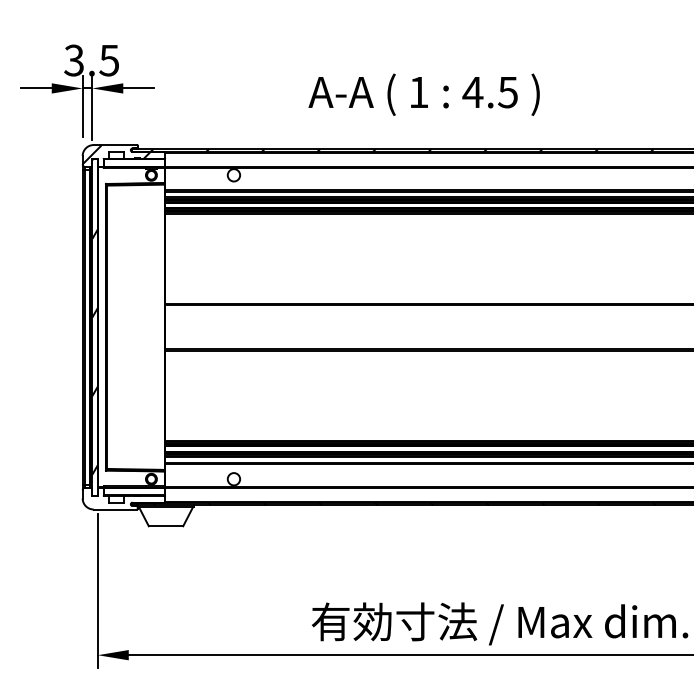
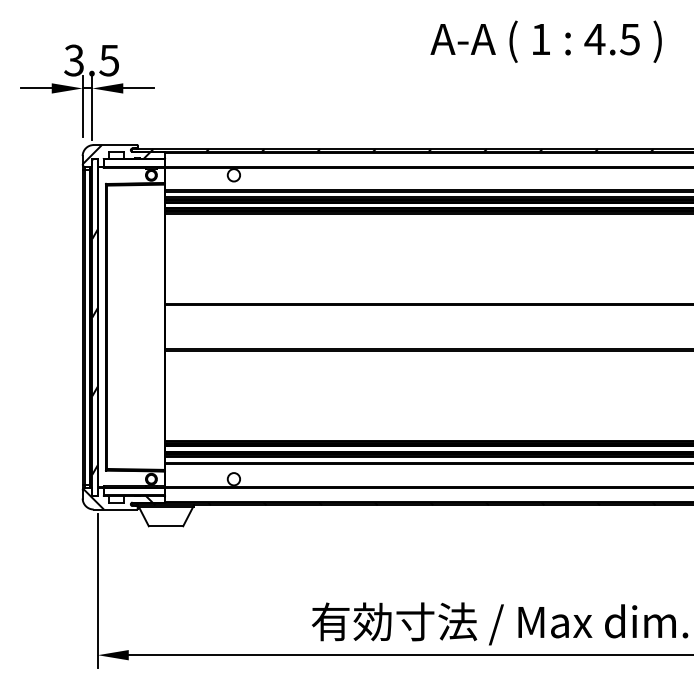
text at (423, 94) position: (423, 94) -> (545, 41)
hatch at (117, 498): none -> present
